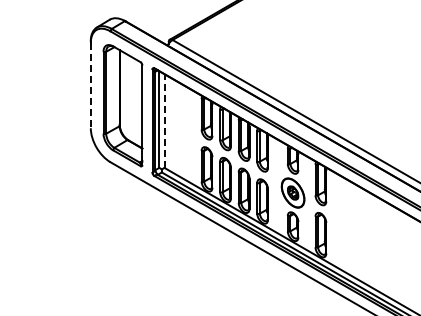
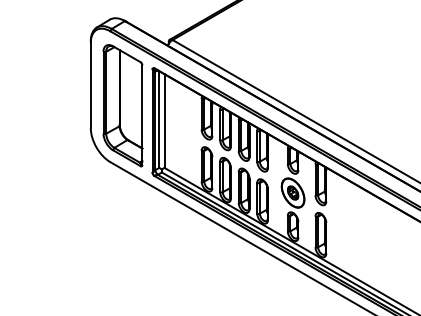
line at (90, 85): dashed -> solid
line at (164, 121): dashed -> solid
